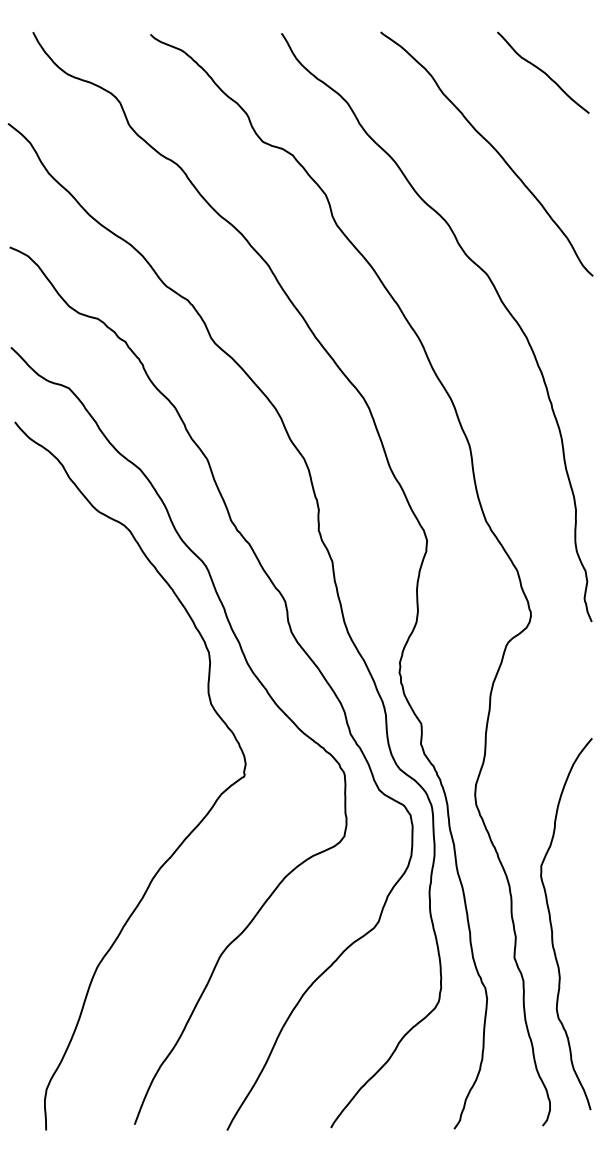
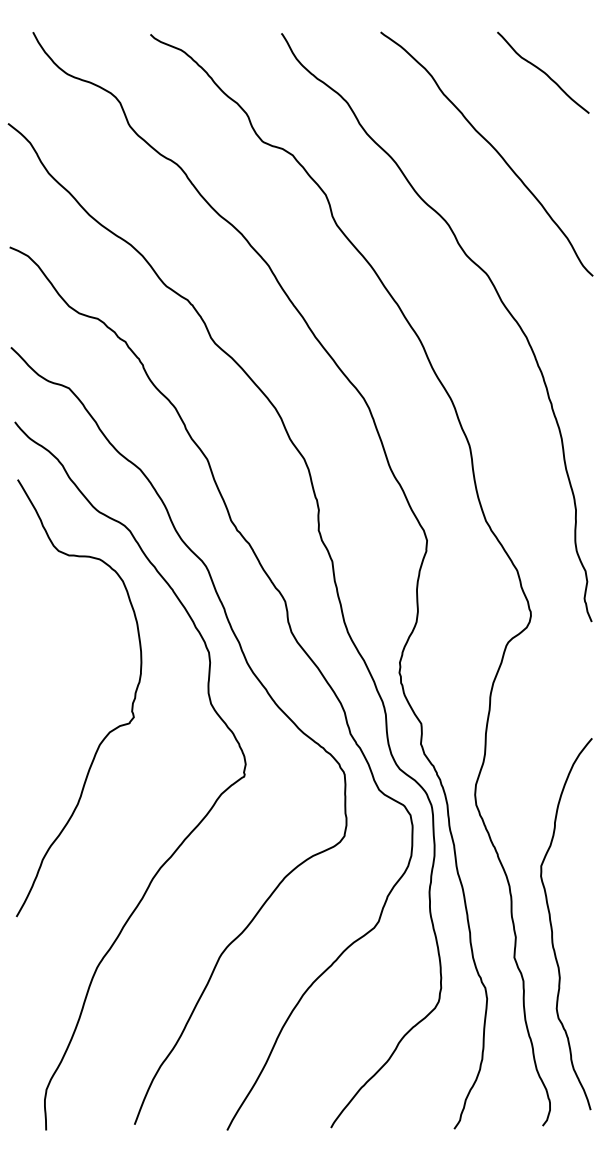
curve at (110, 730): none -> present
